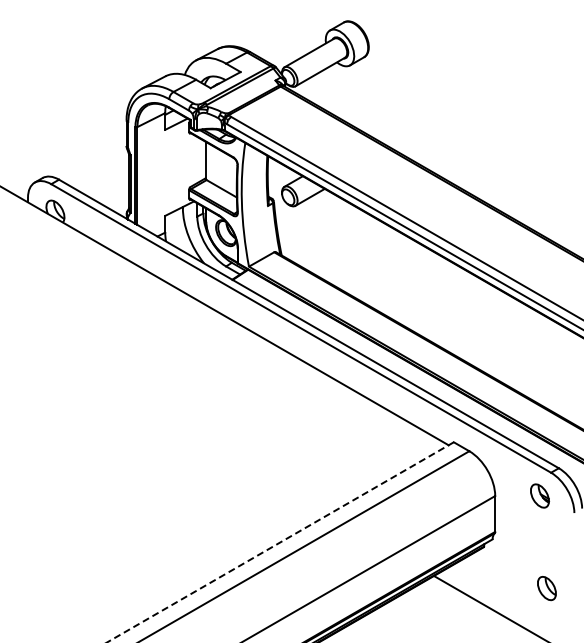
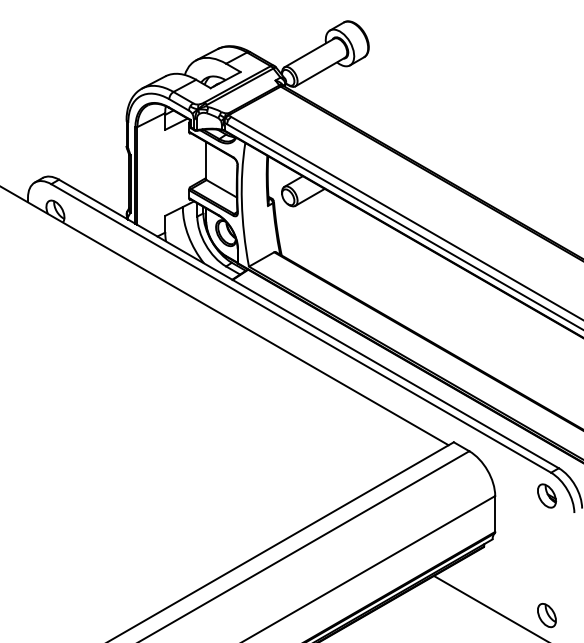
part at (539, 495) position: (539, 495) -> (546, 495)
line at (280, 542): dashed -> solid
part at (546, 588) position: (546, 588) -> (546, 615)
